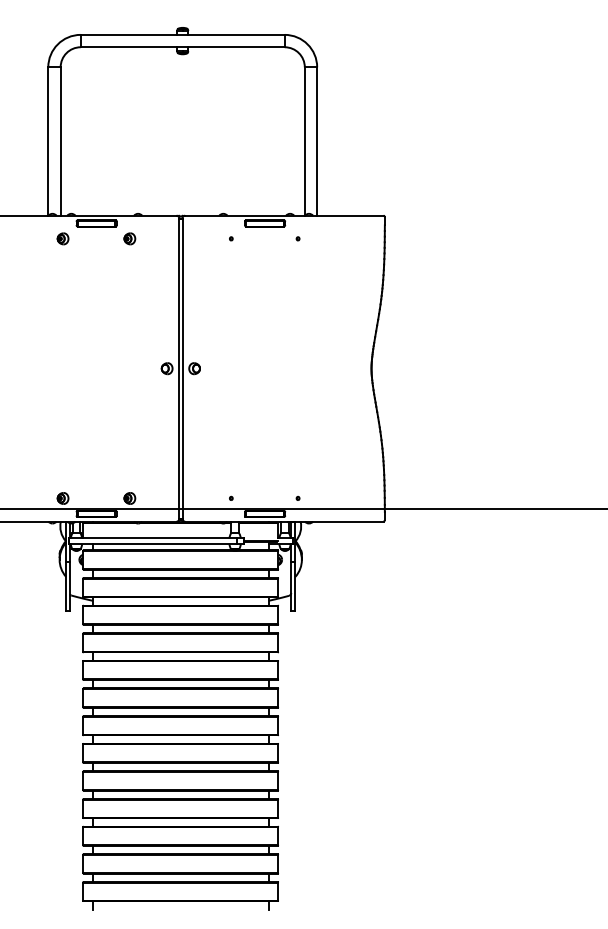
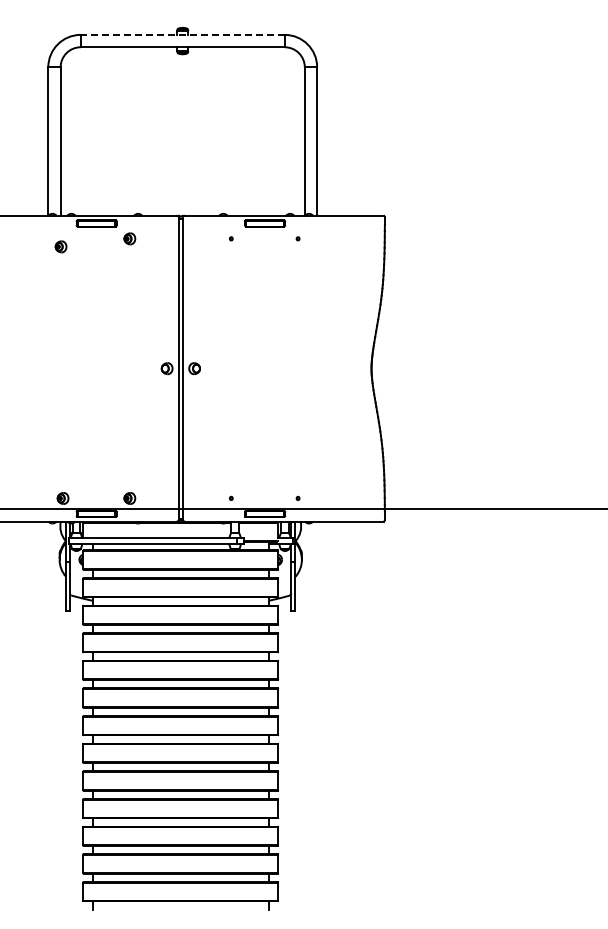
line at (182, 34): solid -> dashed
part at (62, 238) position: (62, 238) -> (60, 246)
